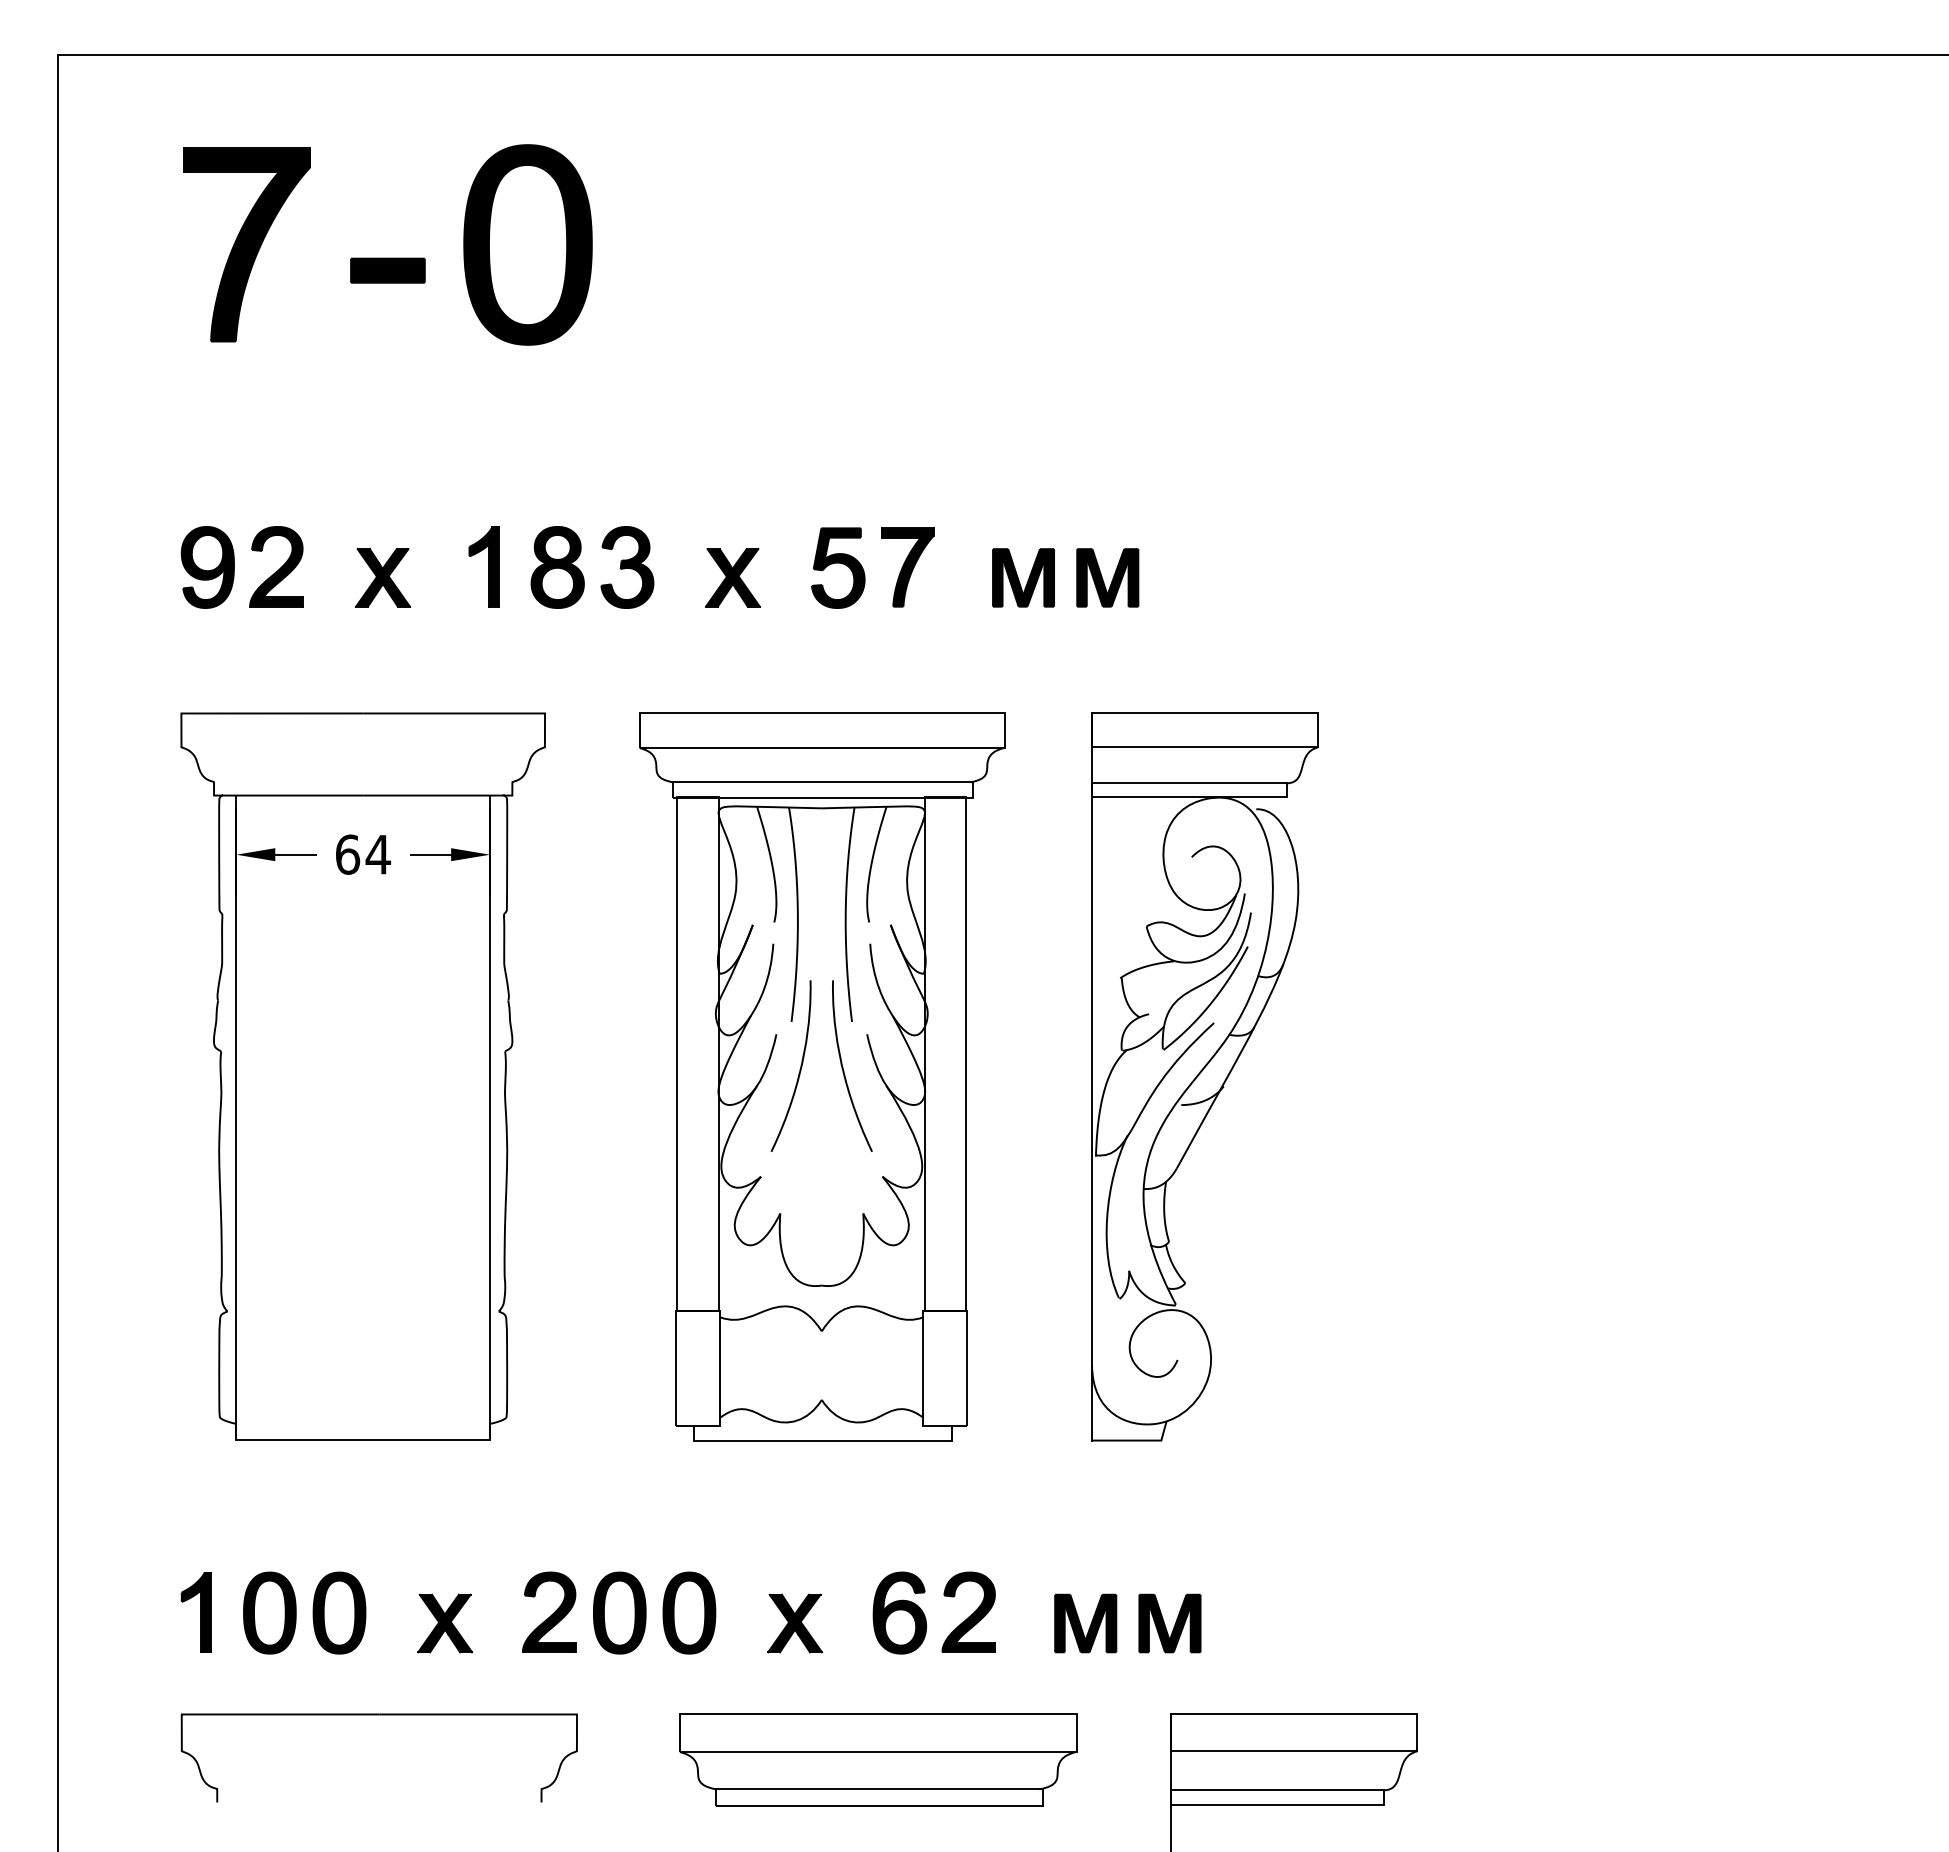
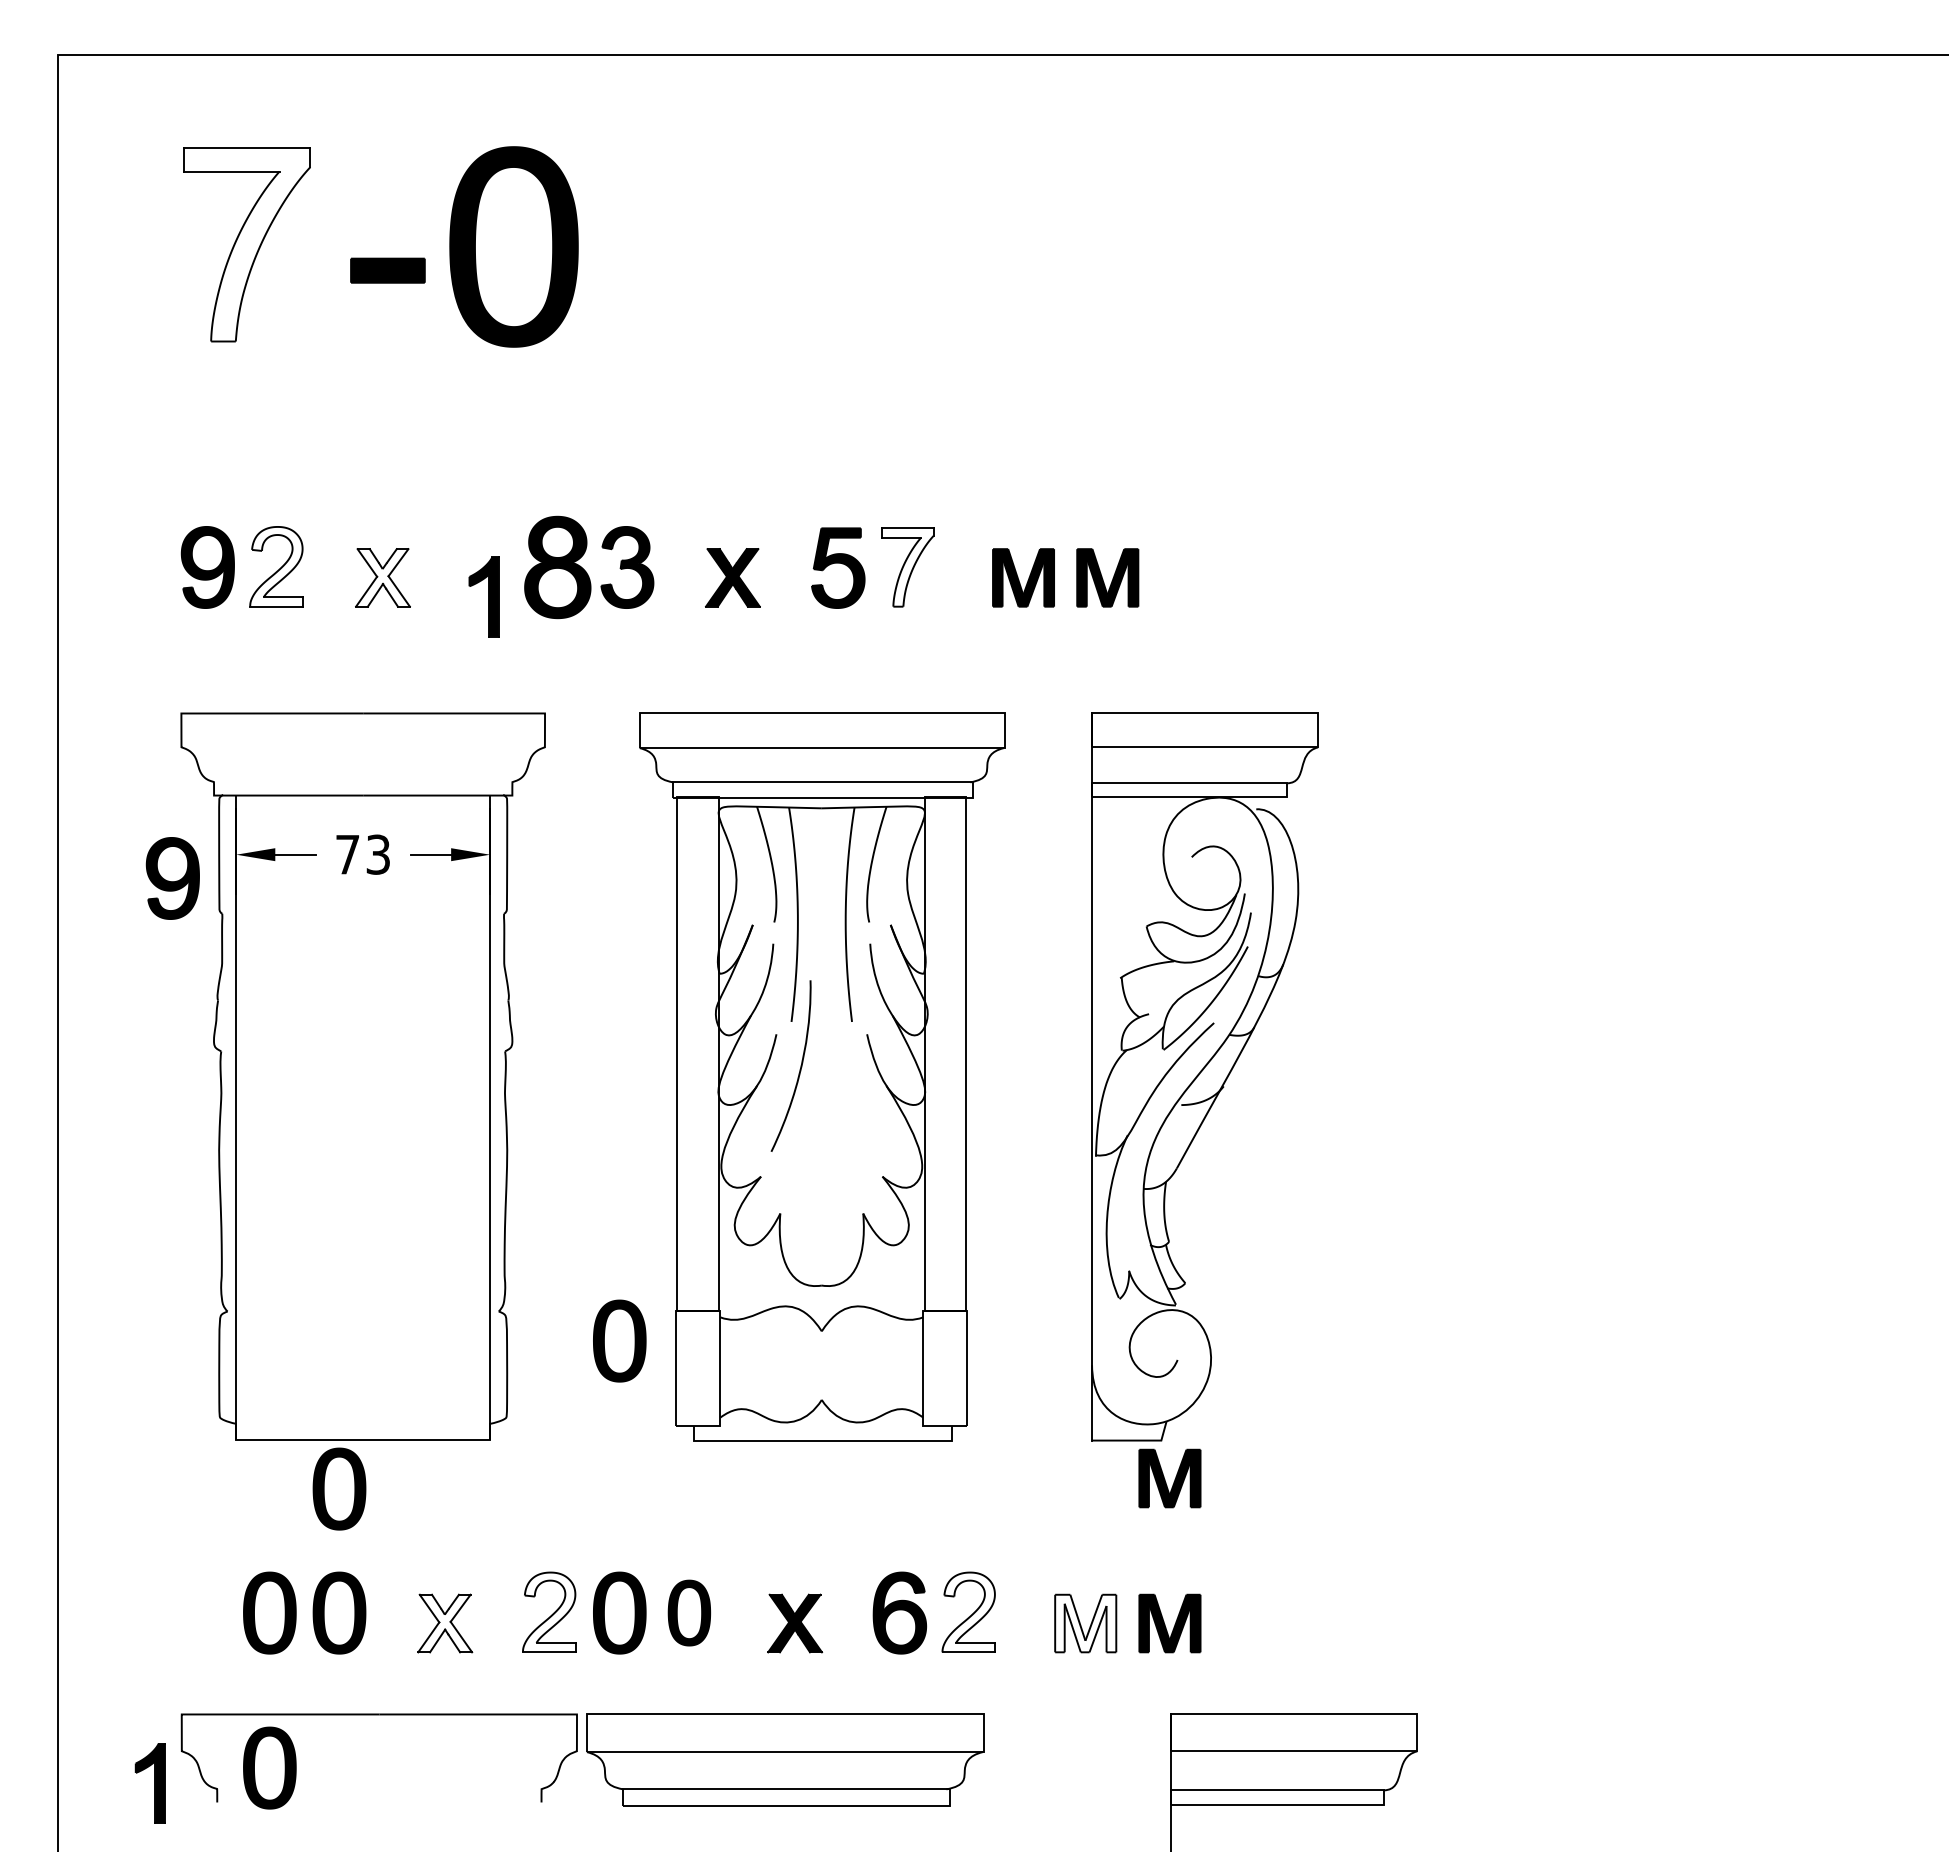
fill at (246, 244): present -> none
part at (527, 244) position: (527, 244) -> (513, 246)
fill at (276, 566): present -> none
part at (483, 566) position: (483, 566) -> (483, 596)
part at (557, 567) size: 55x83 px -> 68x105 px
fill at (907, 567): present -> none
fill at (382, 577): present -> none
text at (363, 854): 64 -> 73
part at (172, 878): none -> present
curve at (843, 1066): present -> none
part at (619, 1340): none -> present
part at (1169, 1478): none -> present
part at (339, 1488): none -> present
part at (195, 1612) position: (195, 1612) -> (149, 1783)
fill at (548, 1612): present -> none
part at (689, 1612) size: 55x84 px -> 45x68 px
fill at (968, 1612): present -> none
fill at (445, 1623): present -> none
fill at (1085, 1623): present -> none
part at (878, 1759) position: (878, 1759) -> (785, 1759)
part at (269, 1767): none -> present
